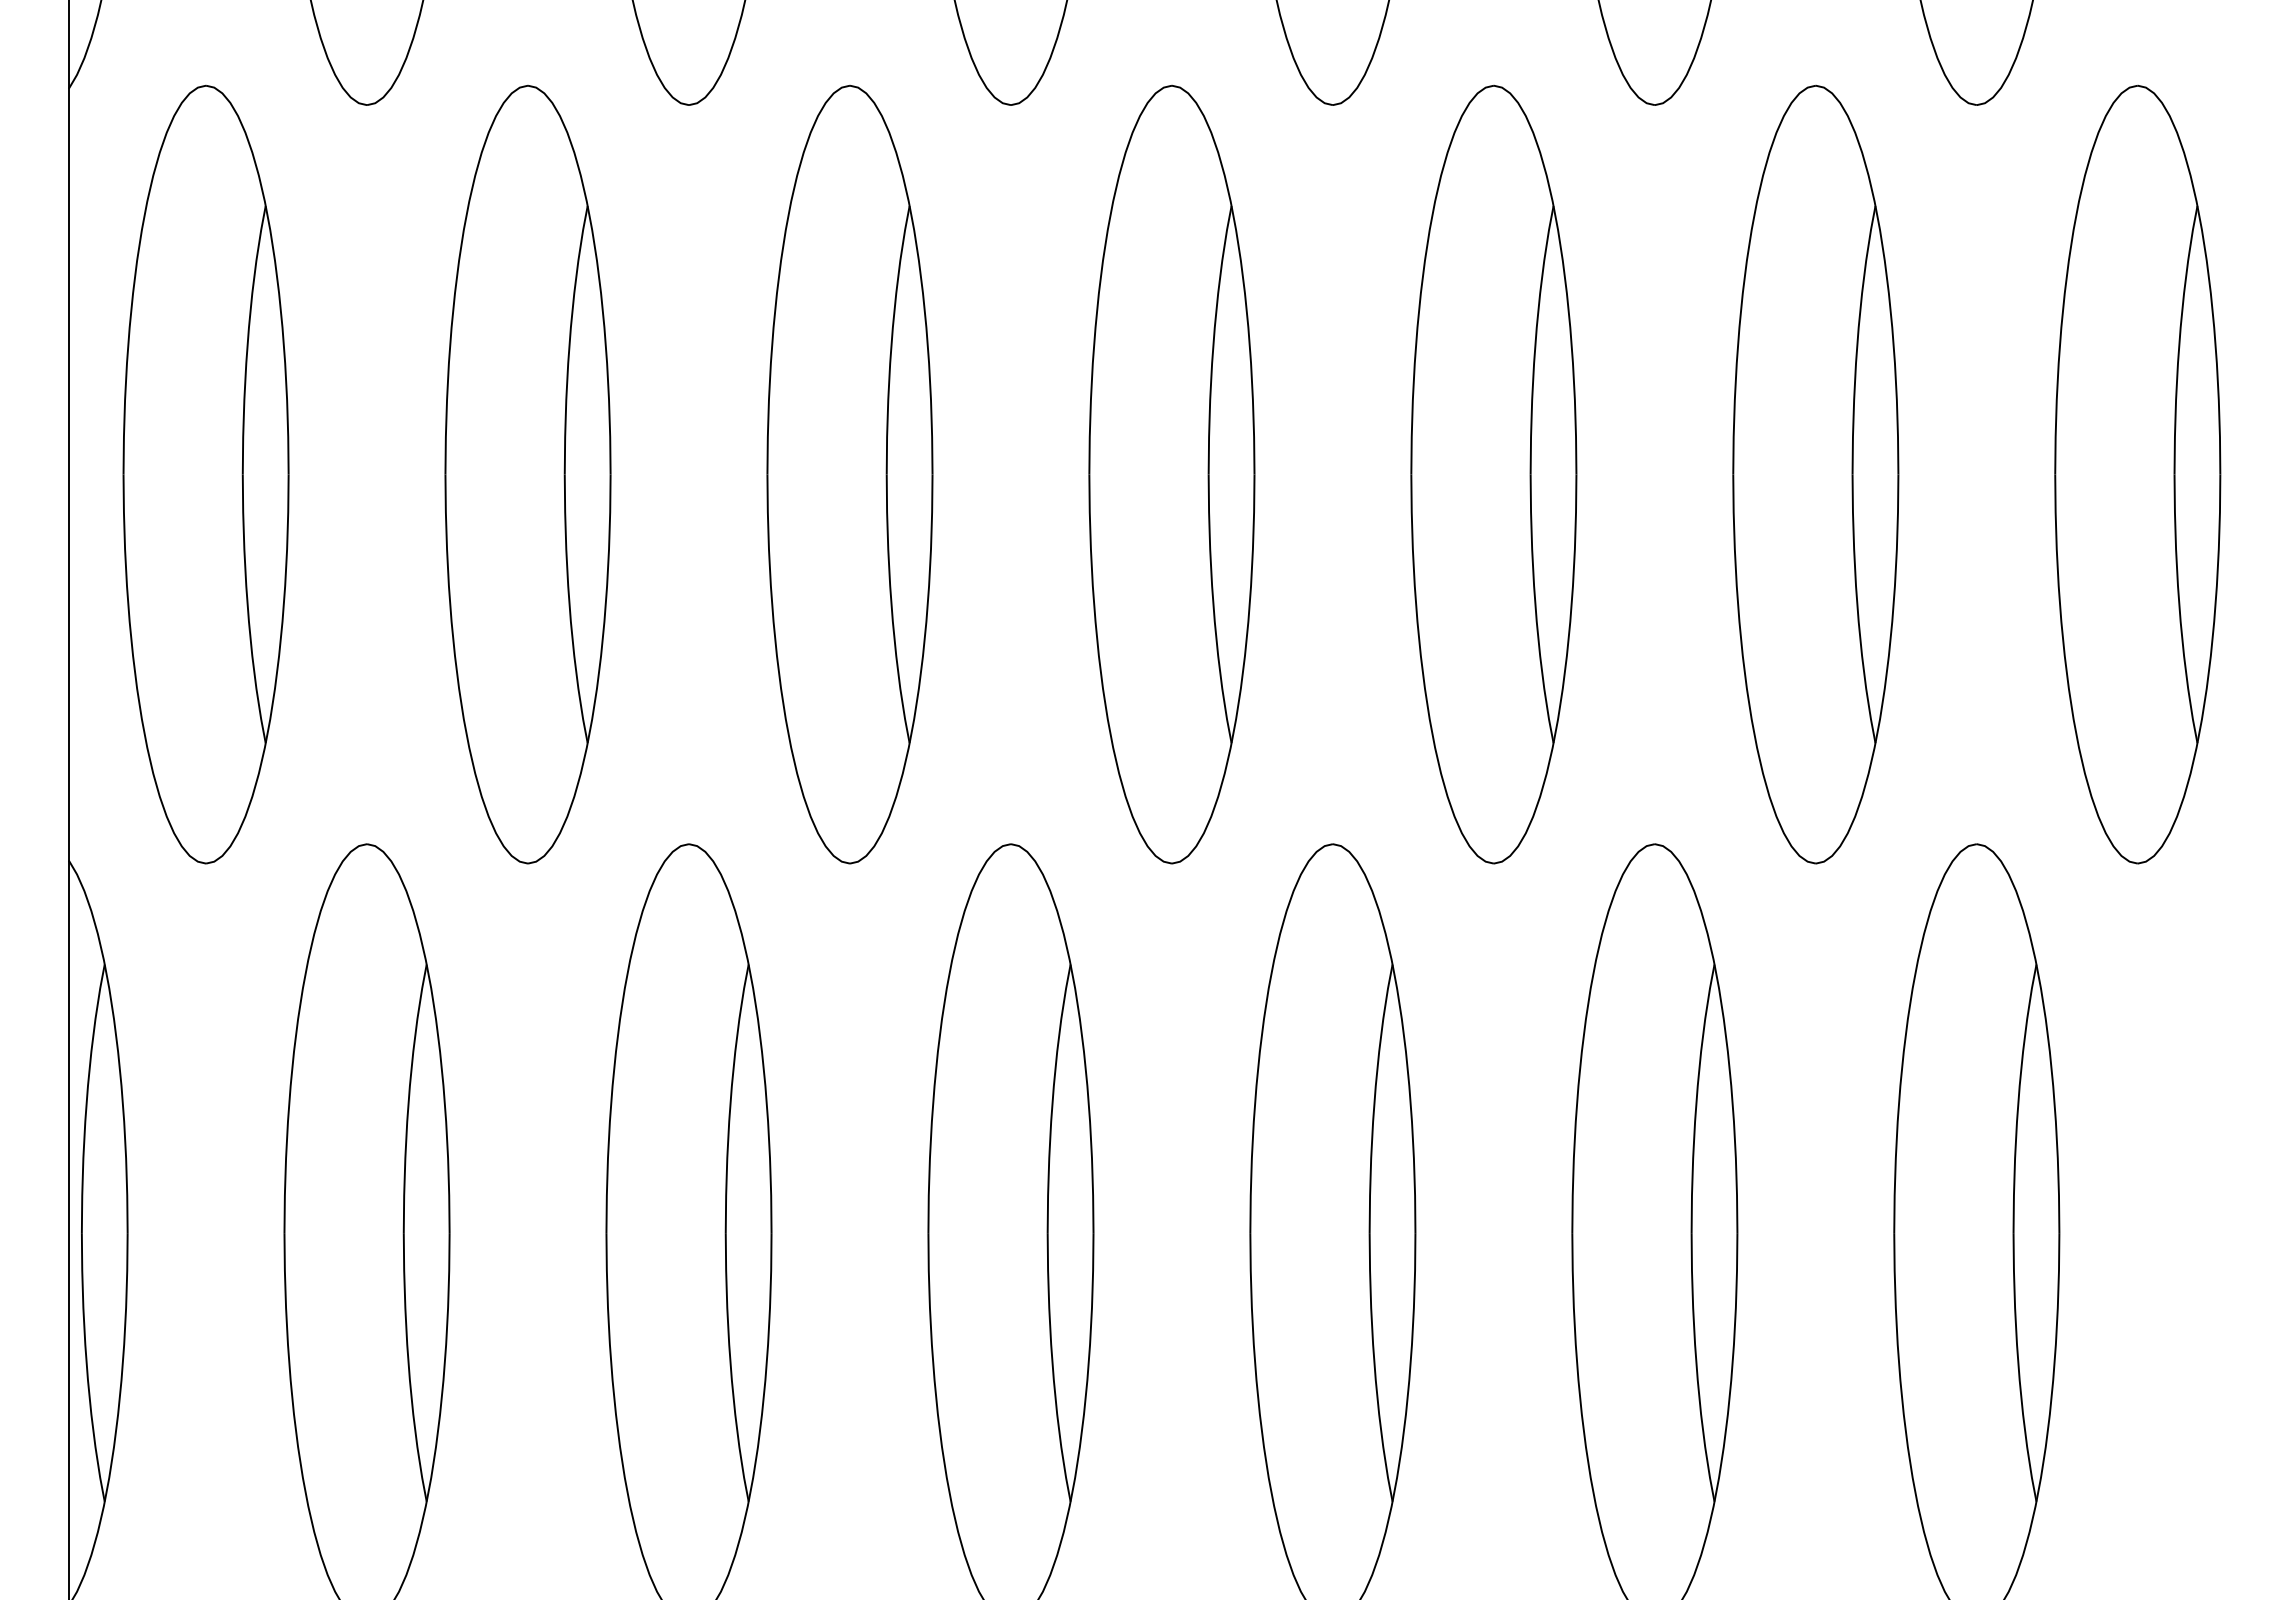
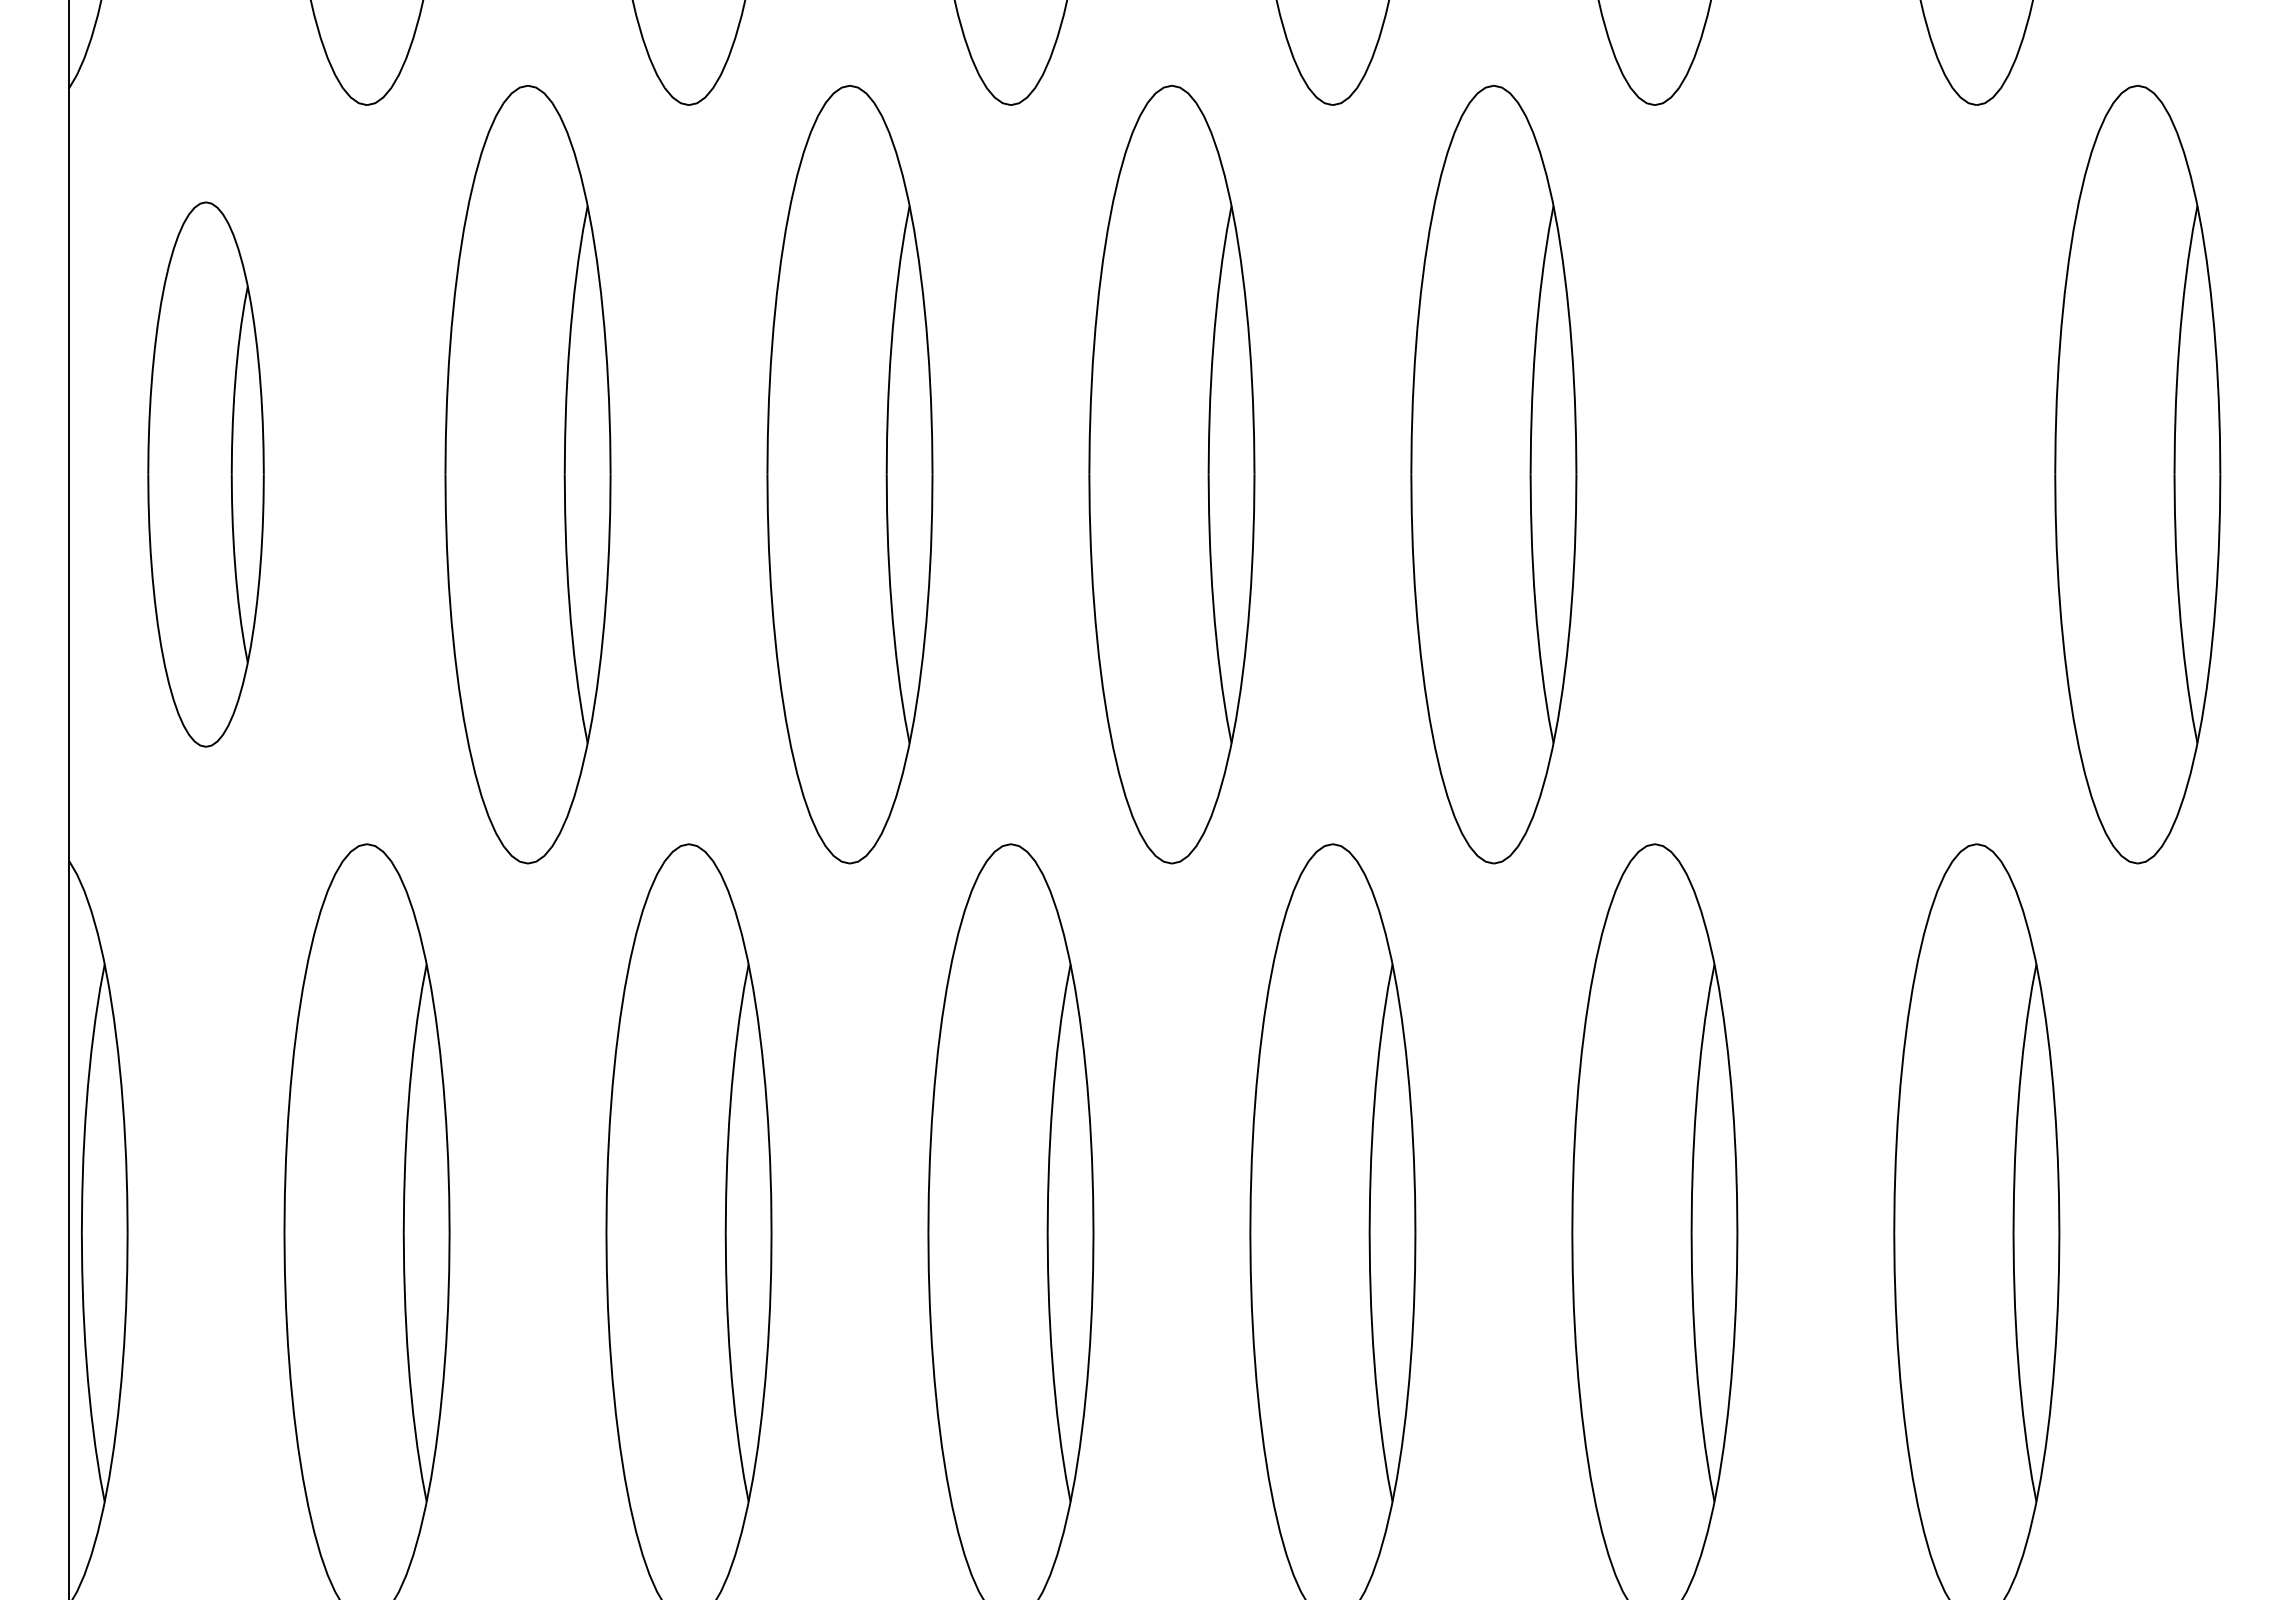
part at (205, 474) size: 168x781 px -> 118x547 px
part at (1815, 474): present -> none
